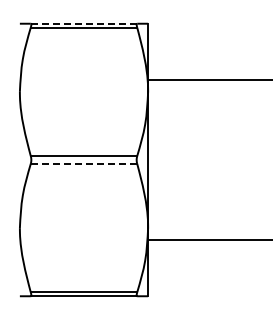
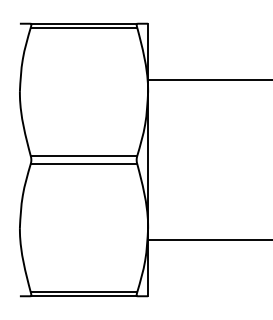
line at (84, 23): dashed -> solid
line at (83, 164): dashed -> solid
